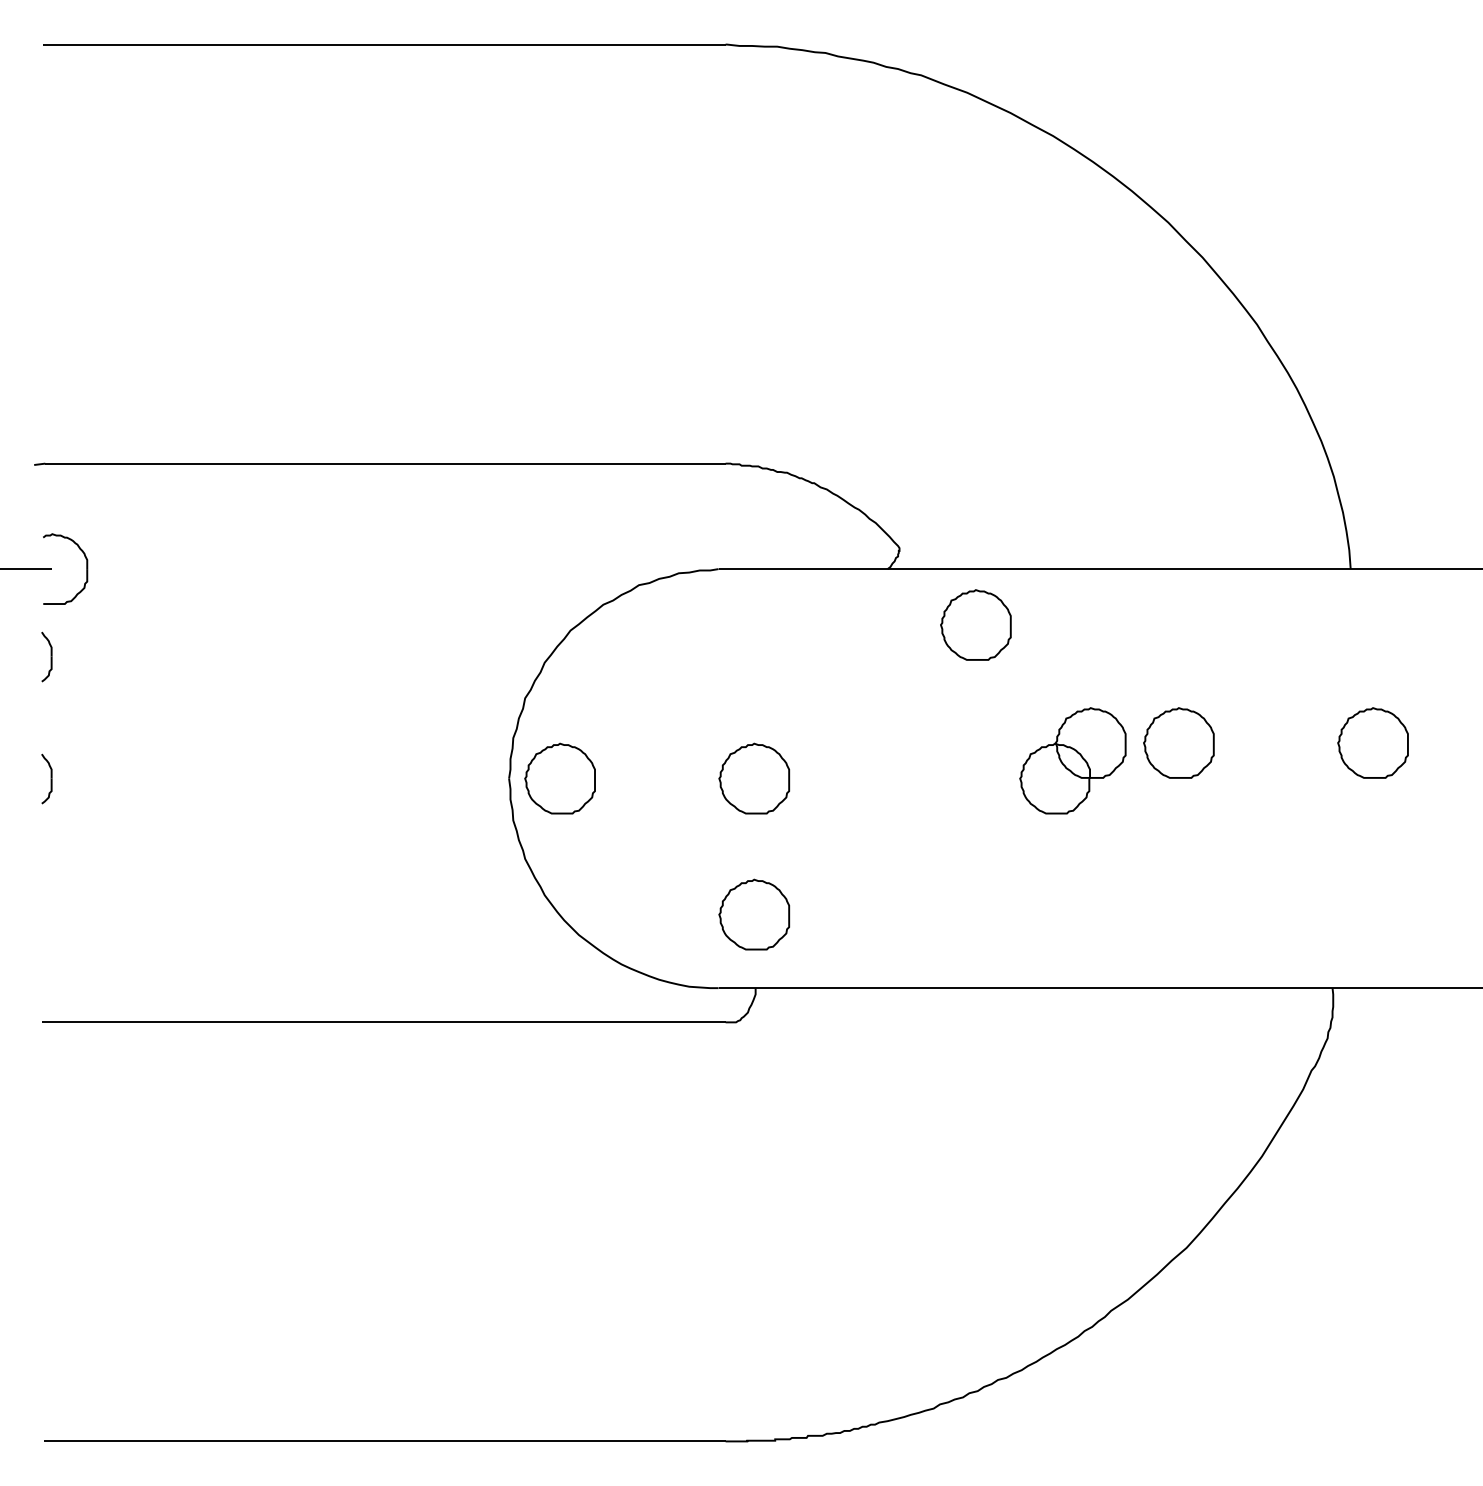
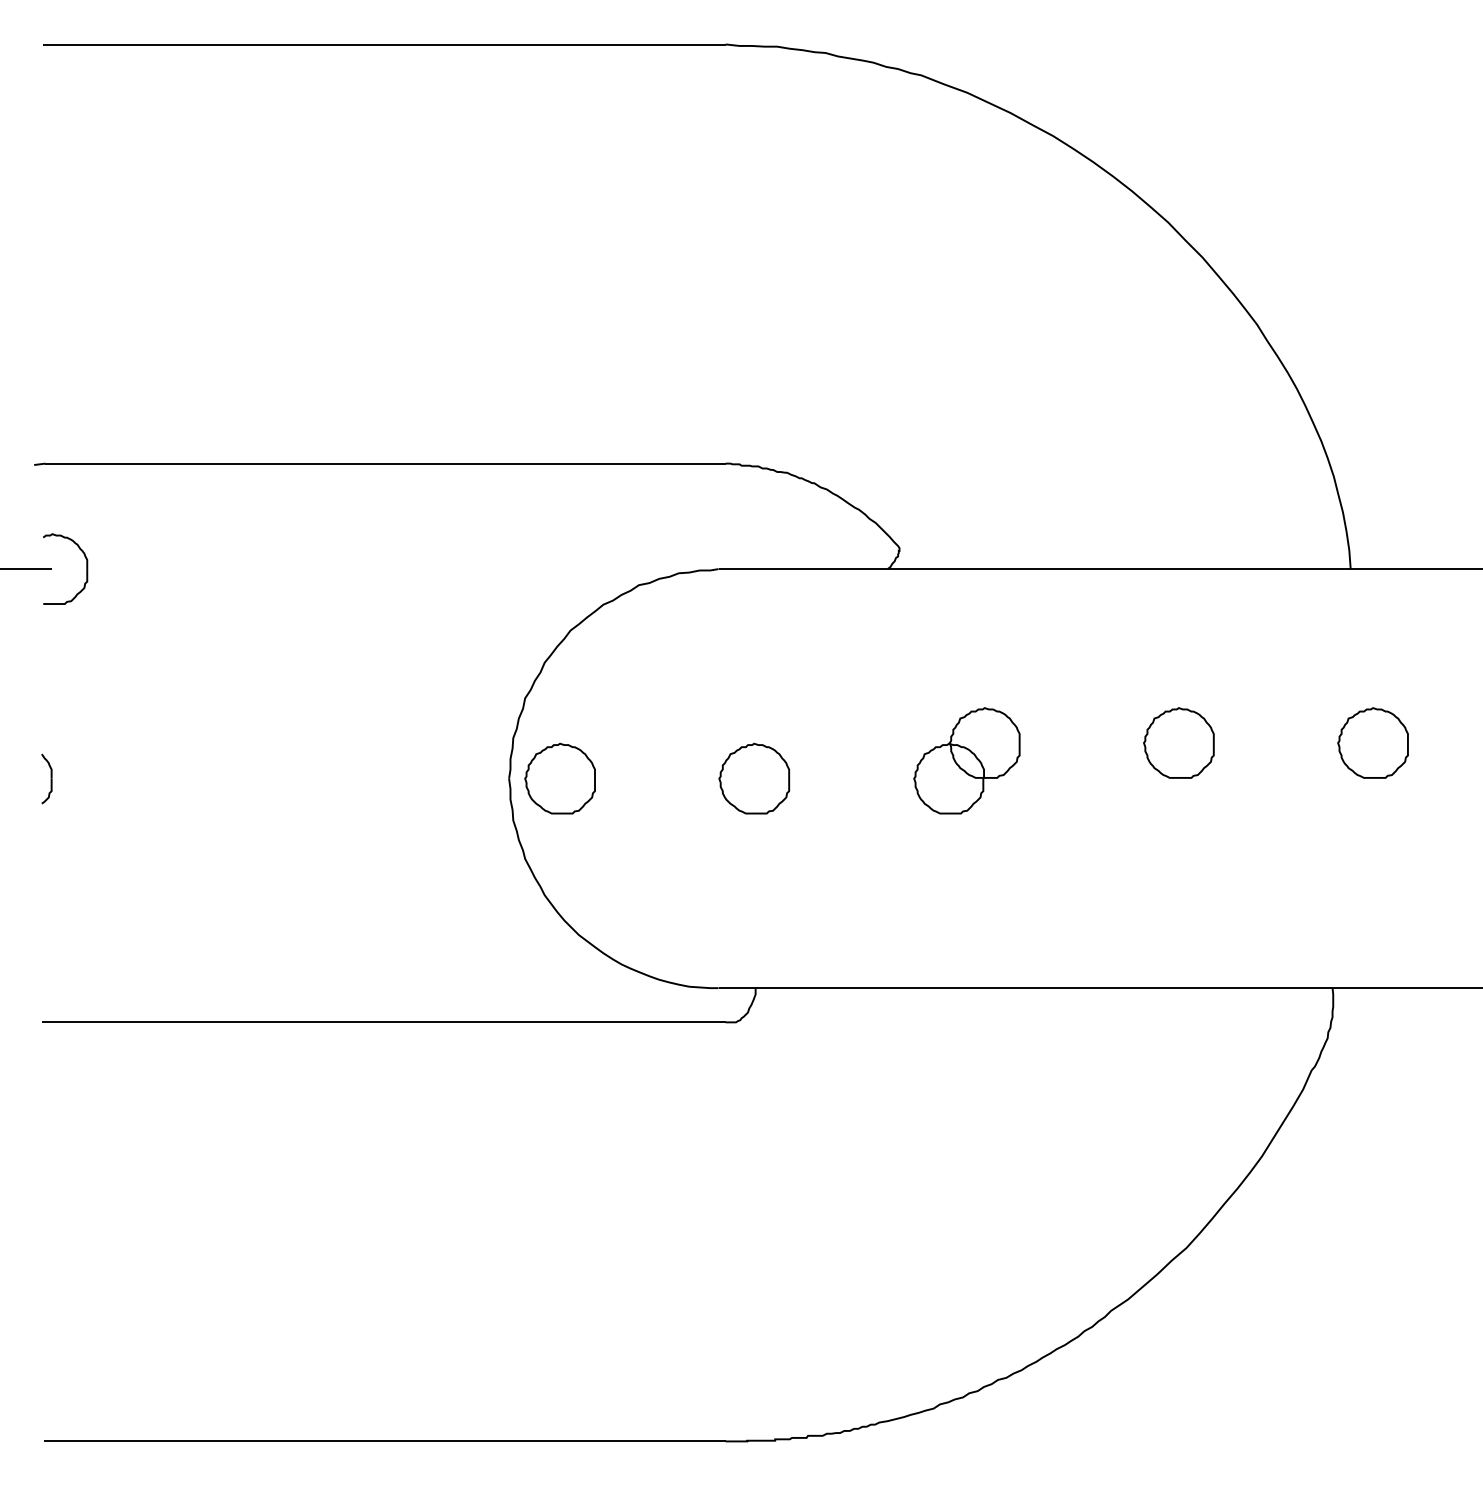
part at (975, 624): present -> none
part at (46, 656): present -> none
part at (1072, 760) position: (1072, 760) -> (966, 760)
part at (754, 914): present -> none
